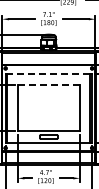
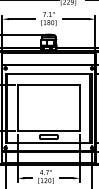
line at (48, 73): dashed -> solid
line at (48, 84): dashed -> solid
